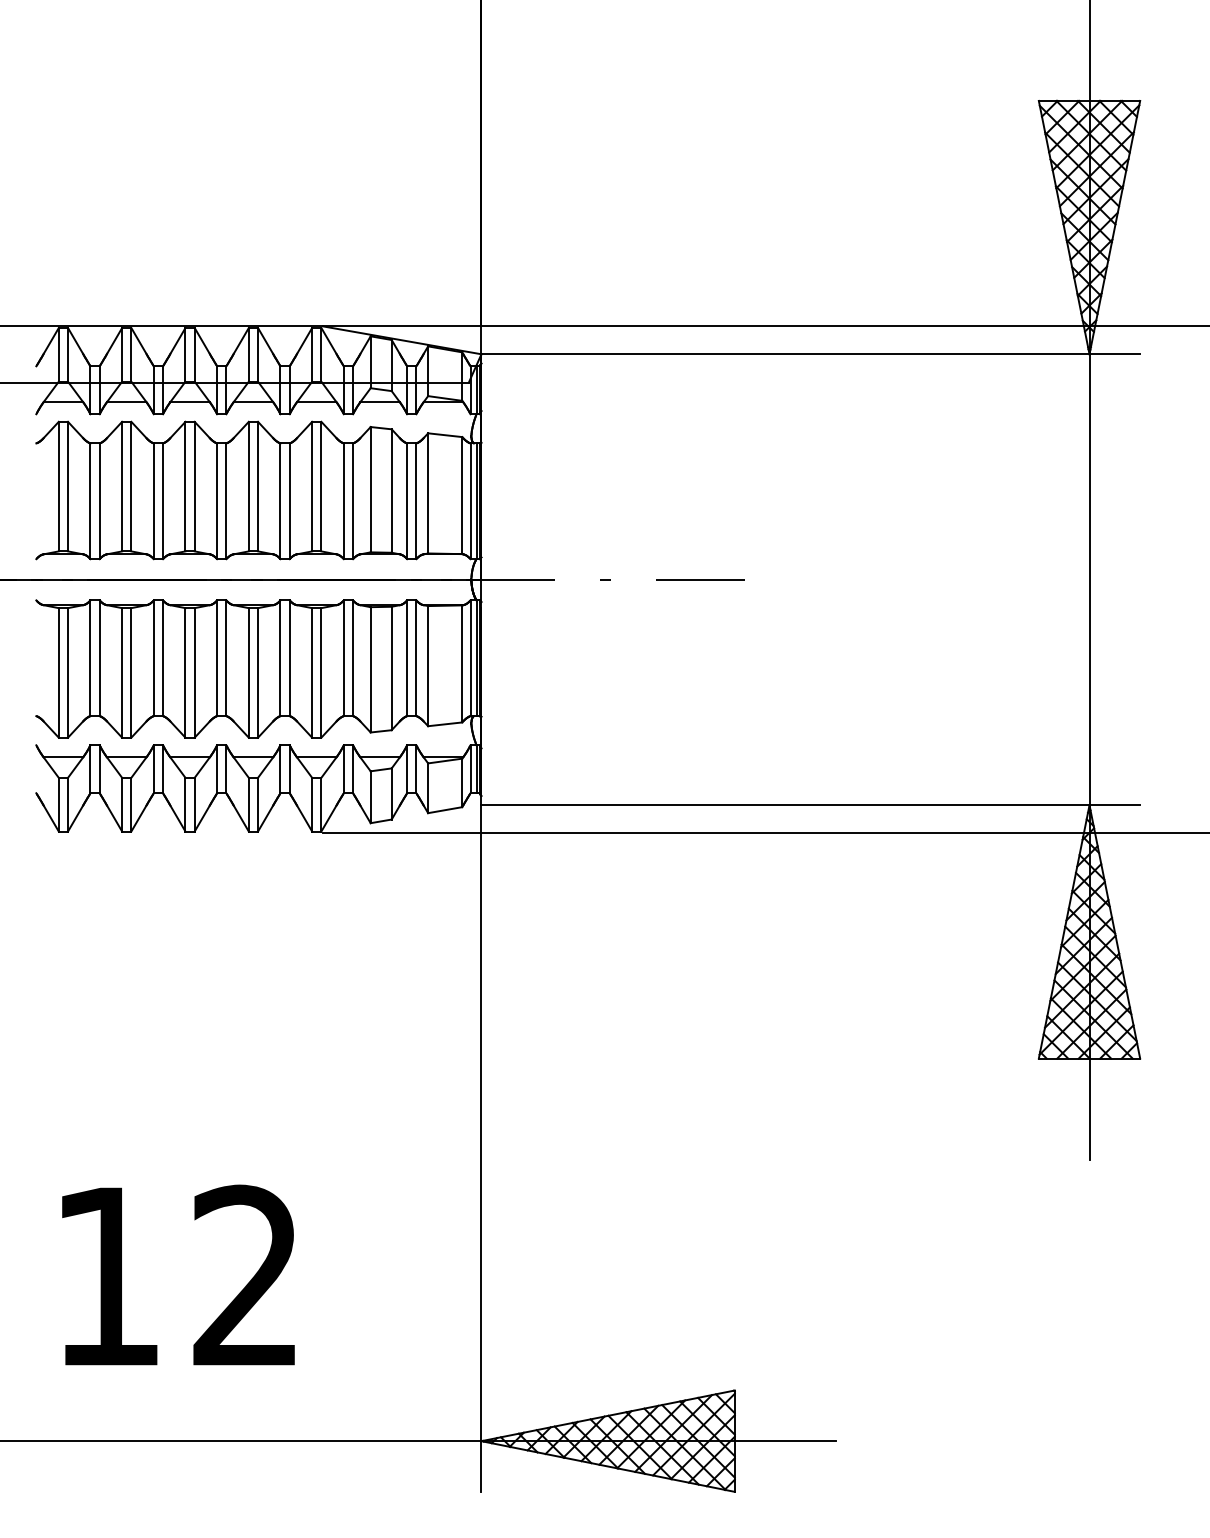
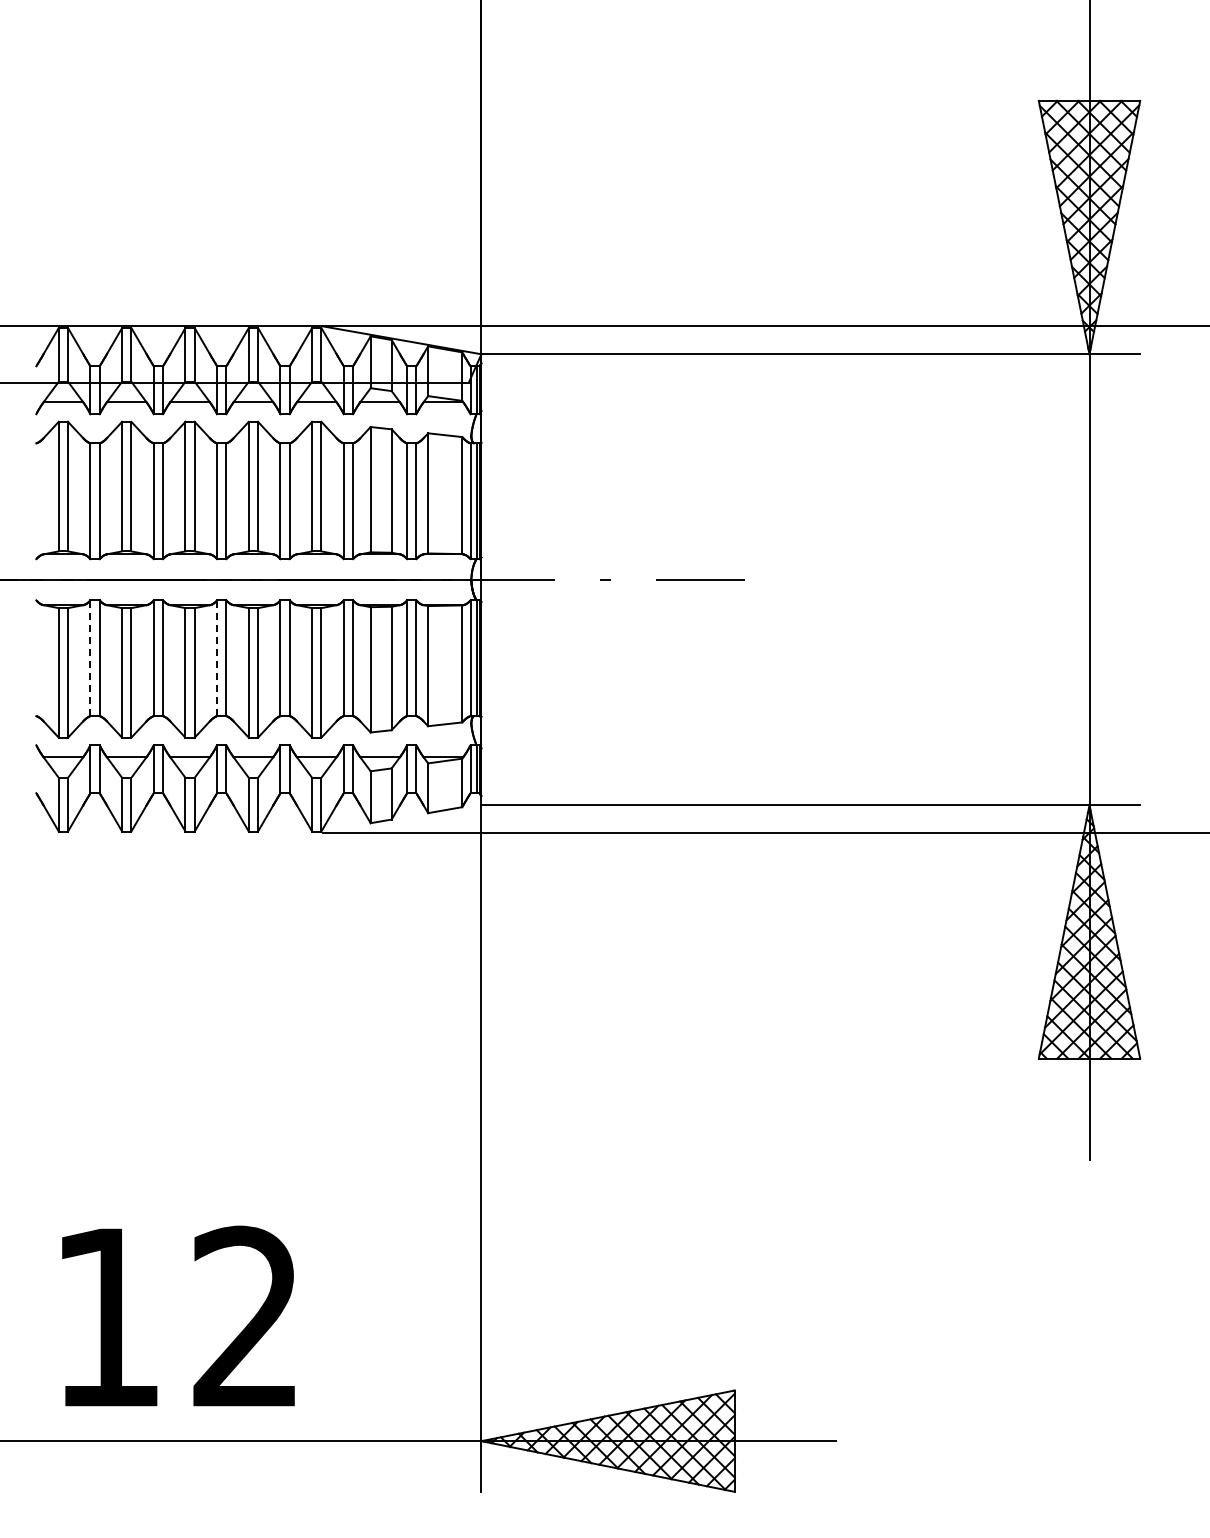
line at (90, 658): solid -> dashed
line at (217, 658): solid -> dashed
text at (178, 1274) position: (178, 1274) -> (178, 1315)
